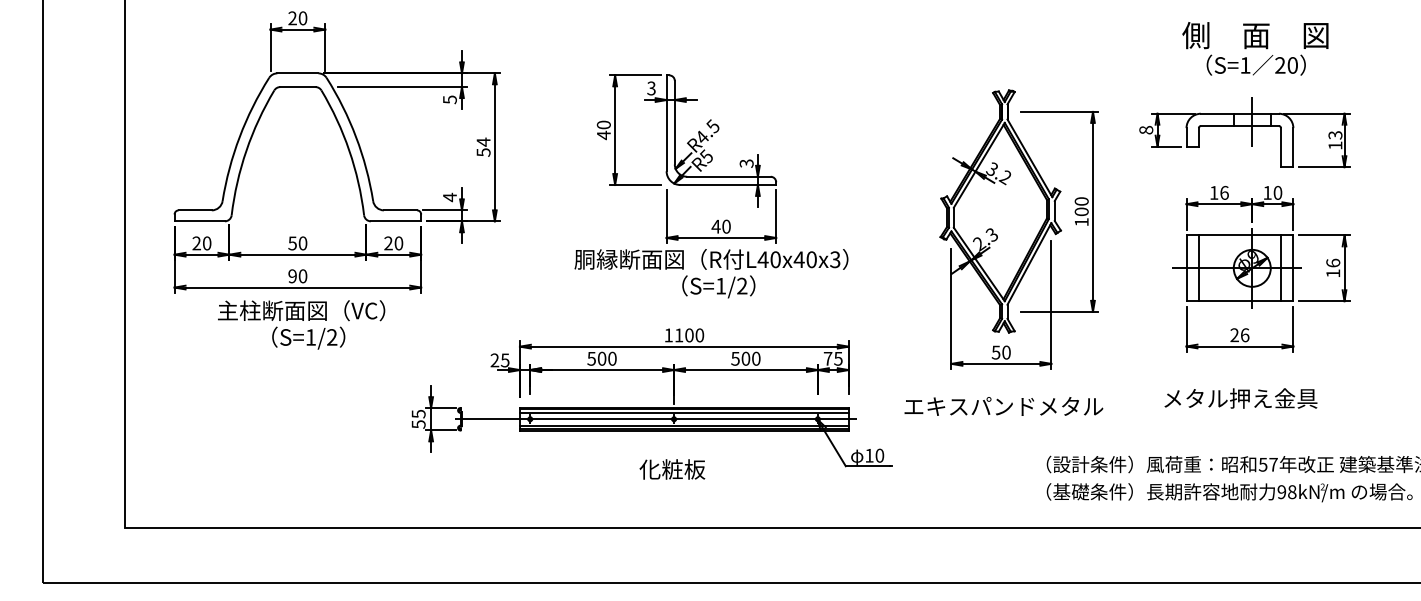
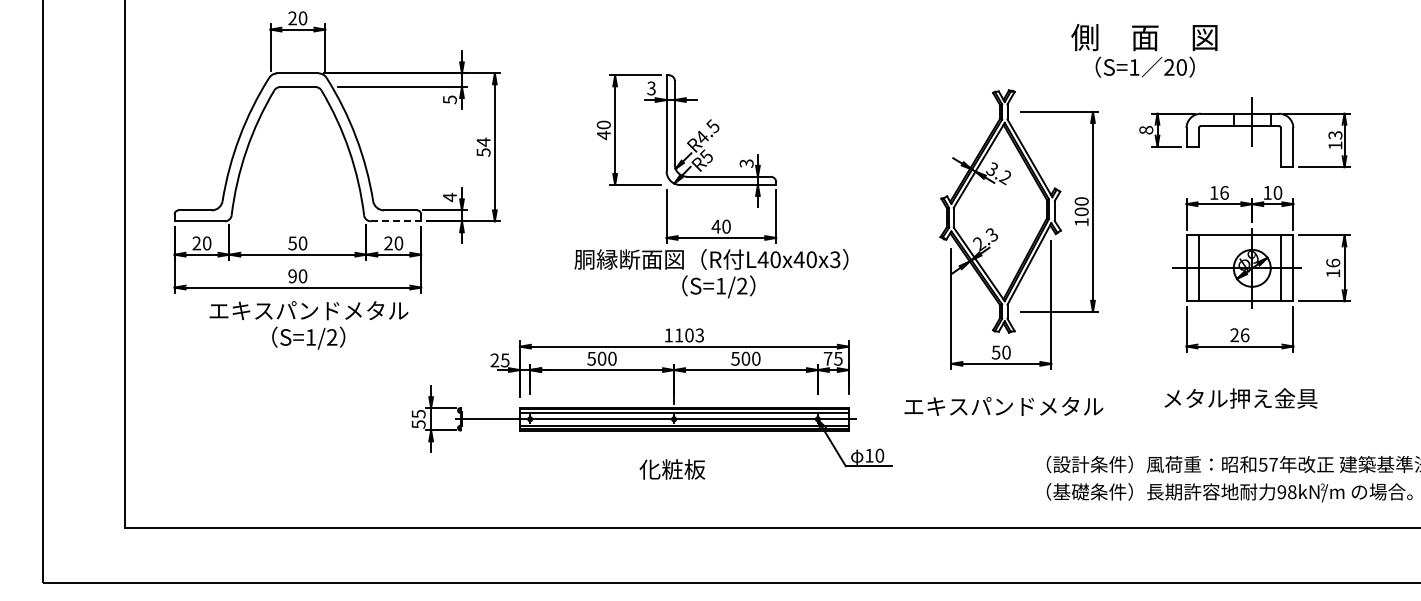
text at (1255, 48) position: (1255, 48) -> (1144, 50)
line at (396, 221): solid -> dashed
text at (308, 310): 主柱断面図（VC） -> エキスパンドメタル
text at (699, 335): 1100 -> 1103
